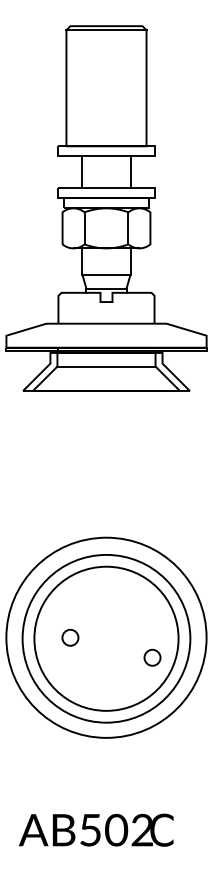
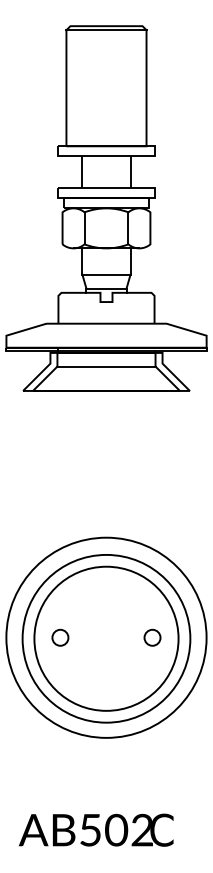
circle at (70, 637) position: (70, 637) -> (60, 637)
circle at (152, 657) position: (152, 657) -> (152, 637)
